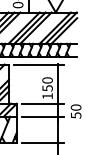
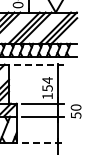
line at (38, 64): solid -> dashed
text at (47, 80): 150 -> 154
line at (42, 142): solid -> dashed
